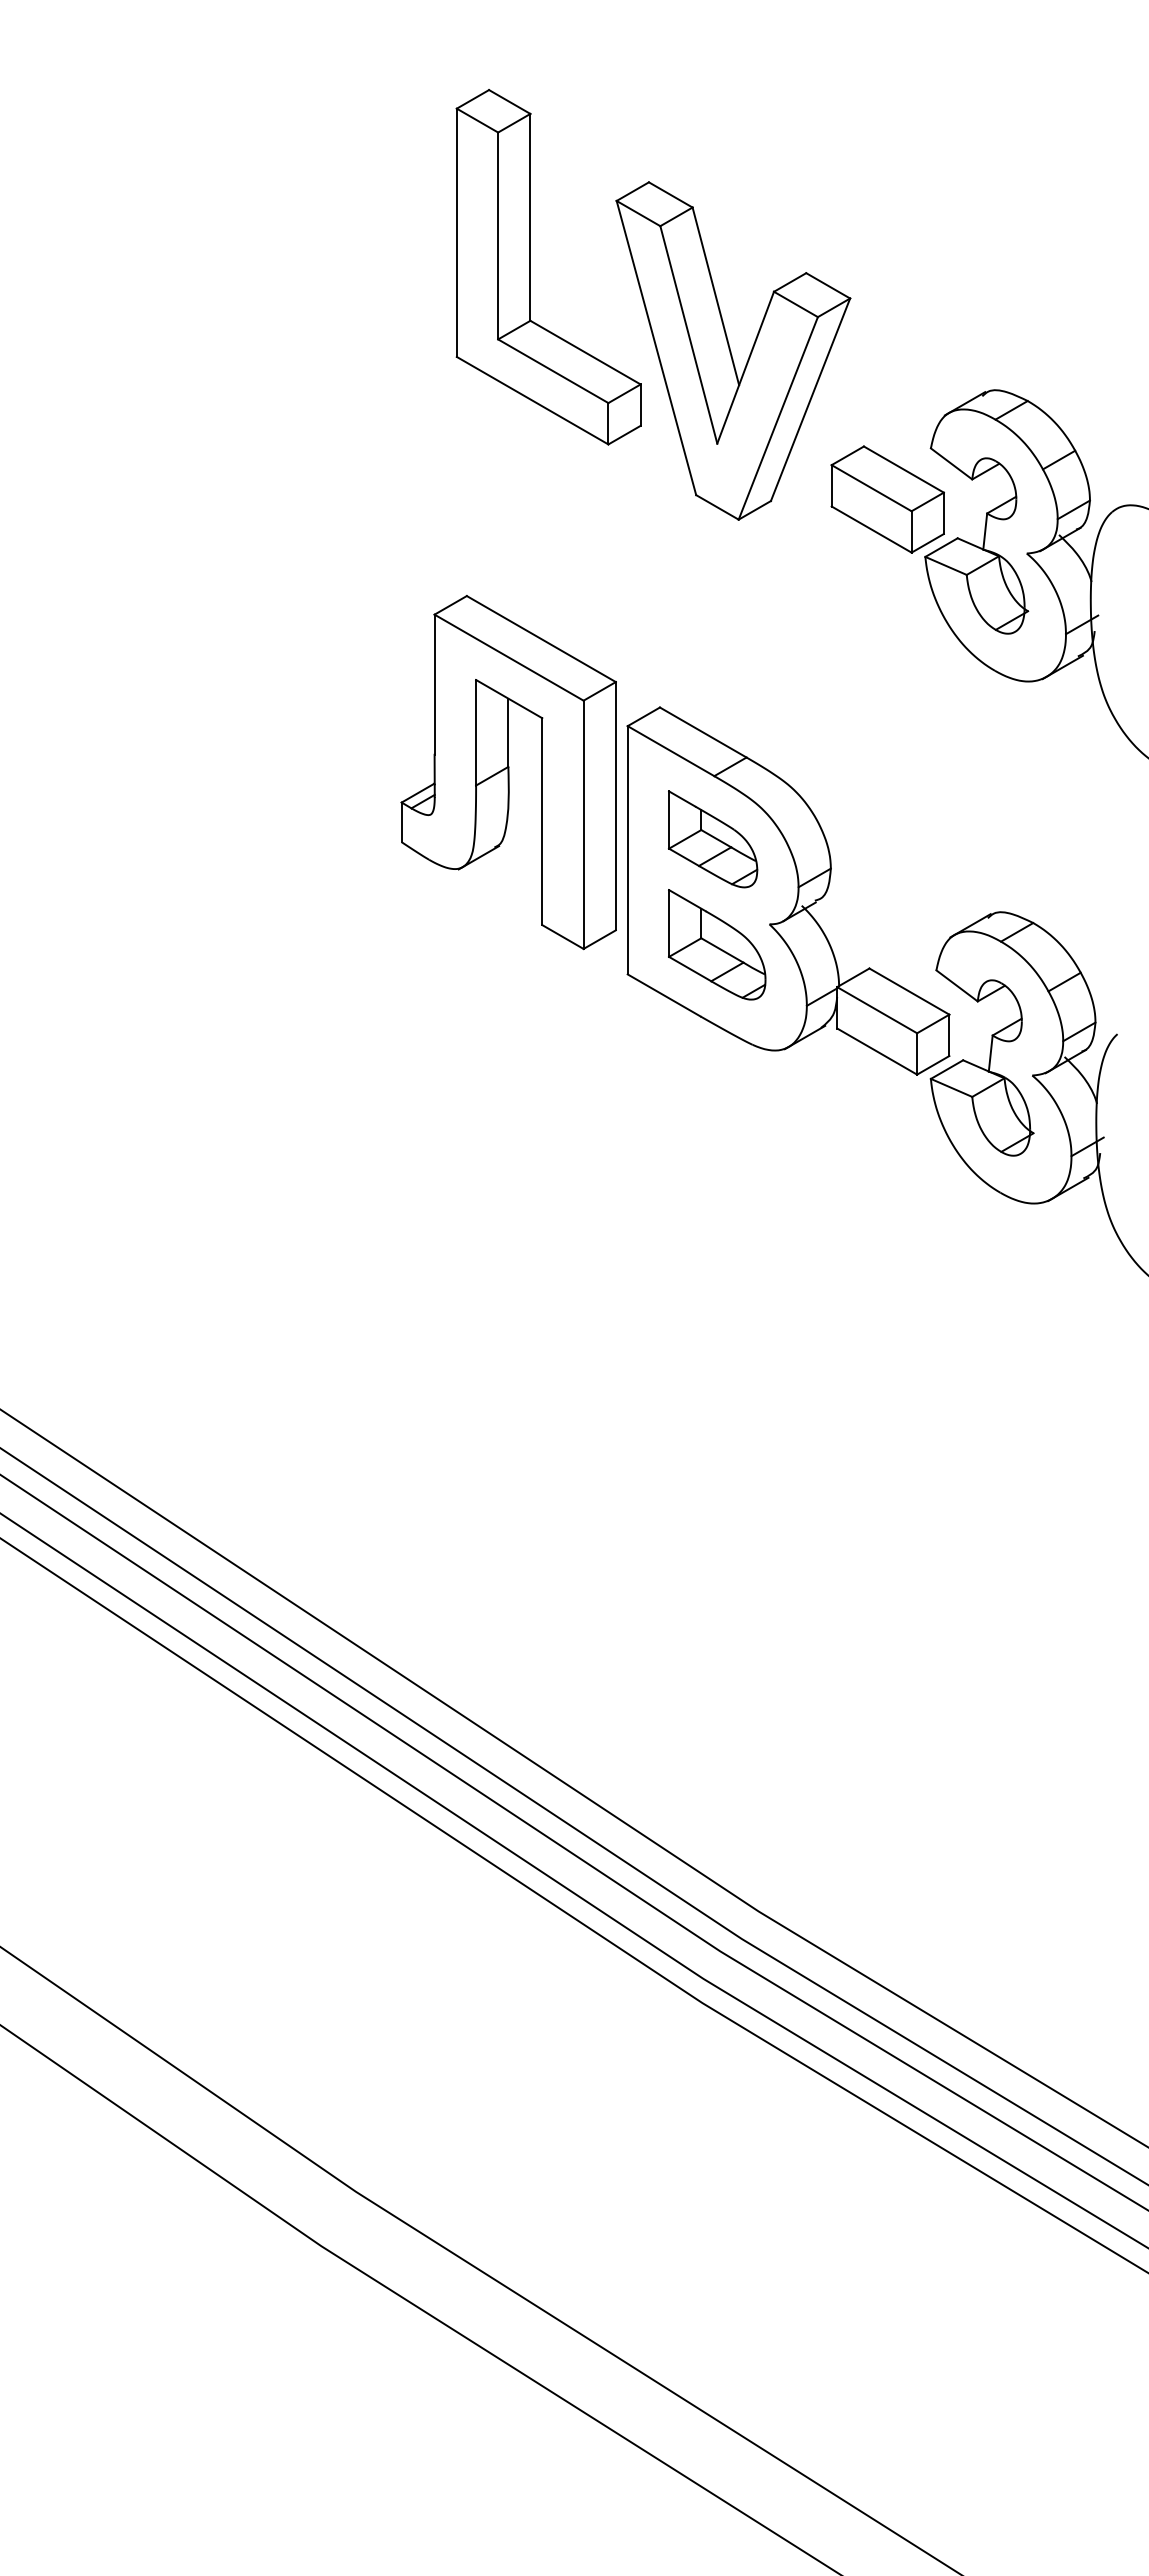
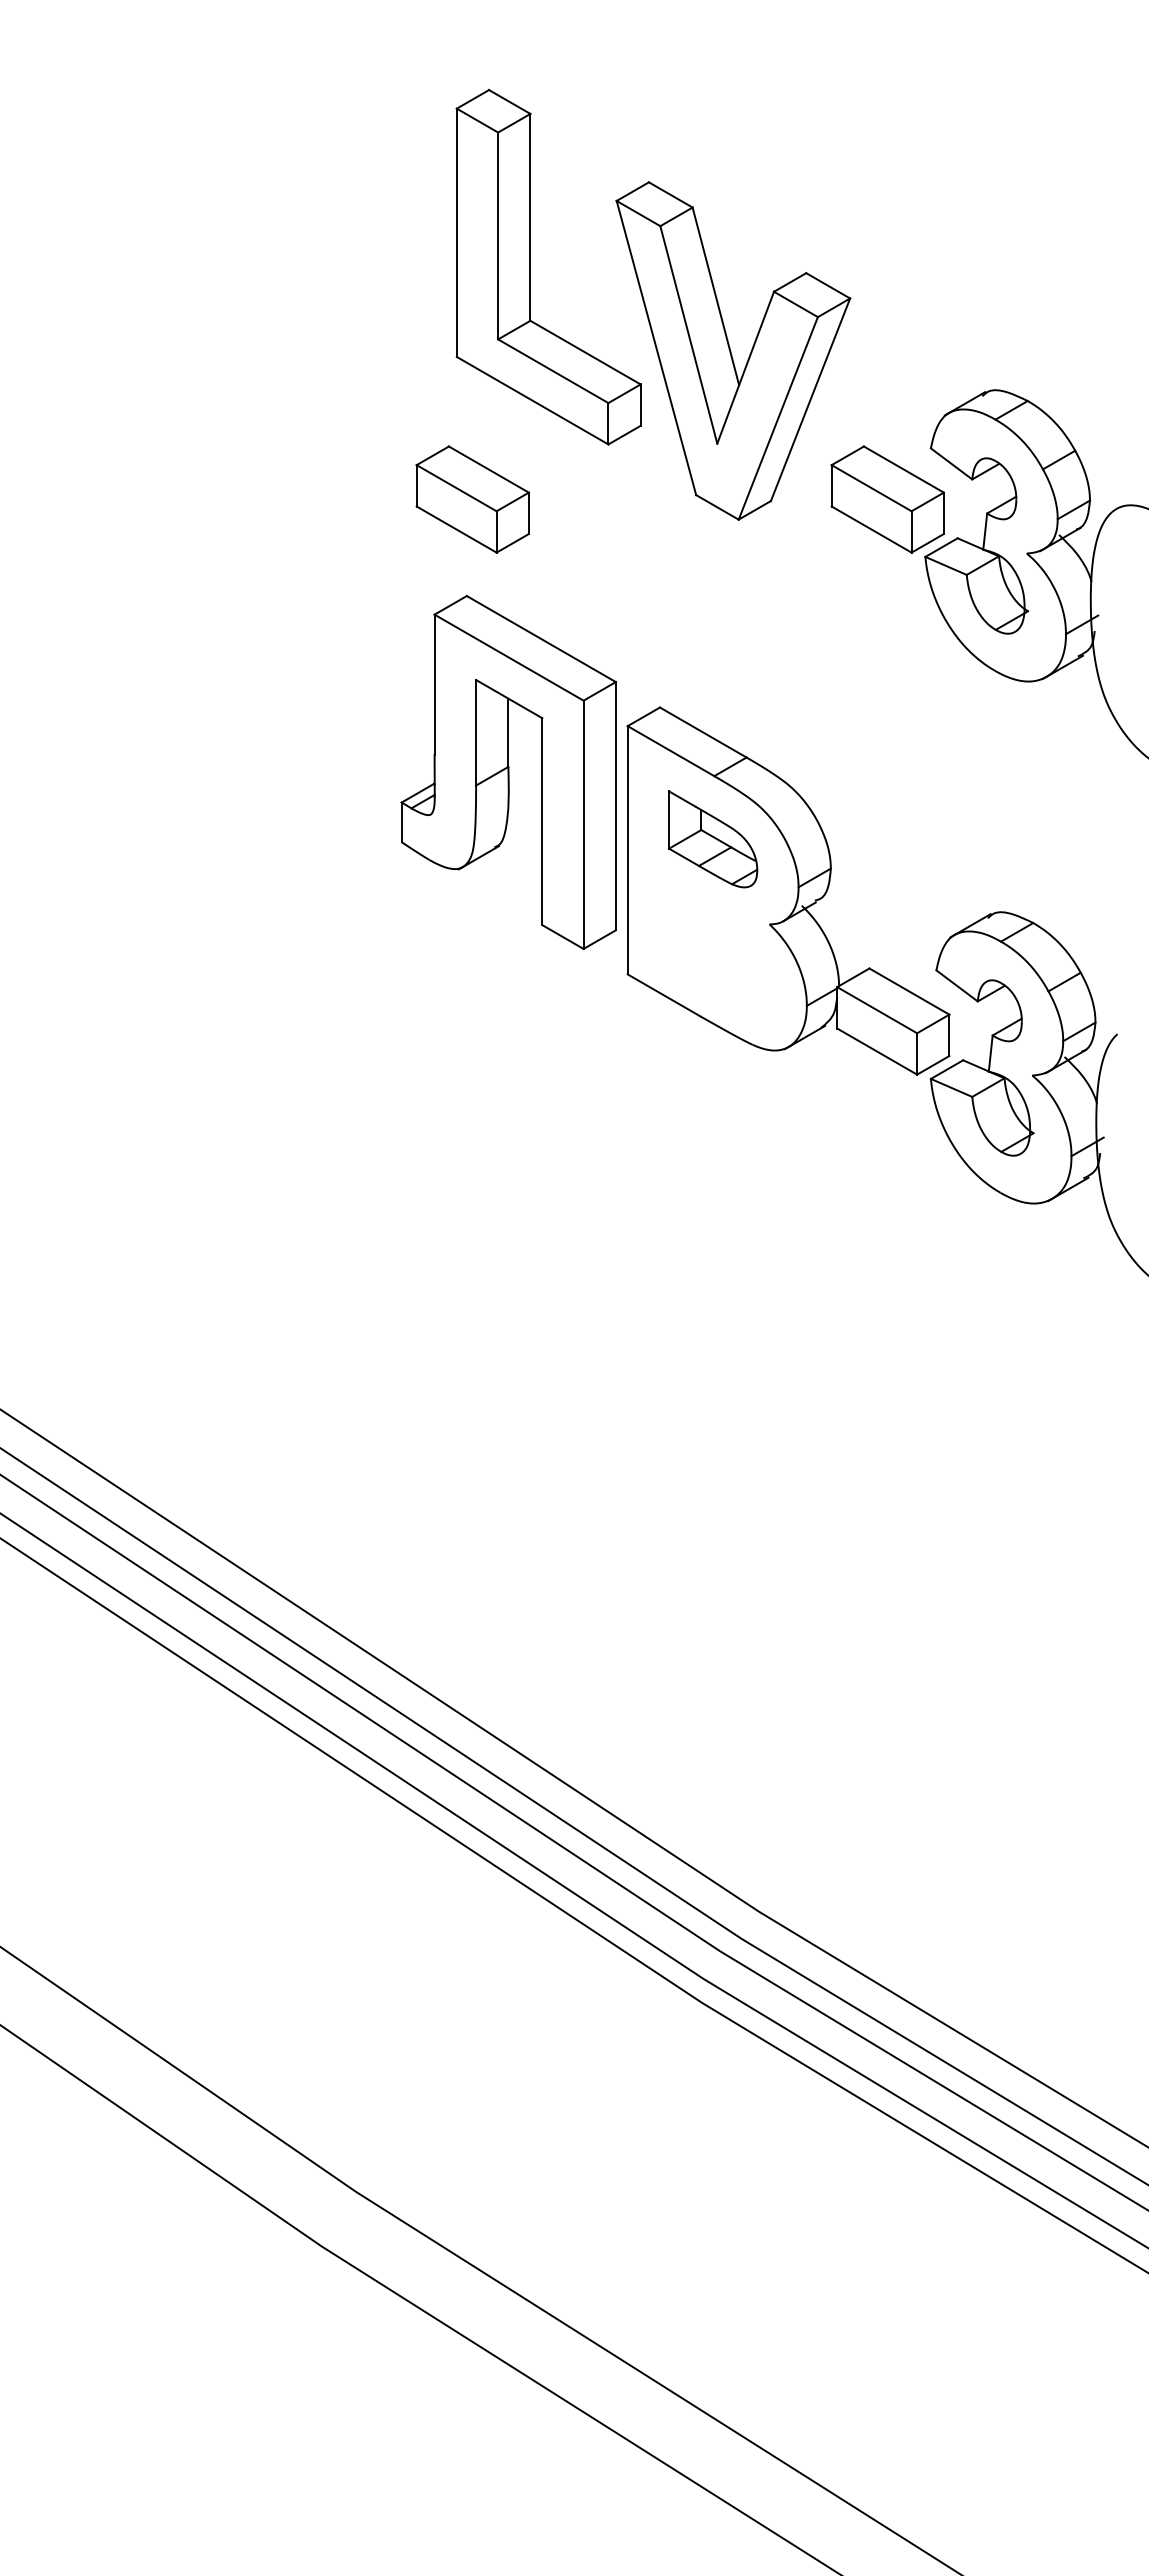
part at (472, 499): none -> present
part at (717, 944): present -> none
